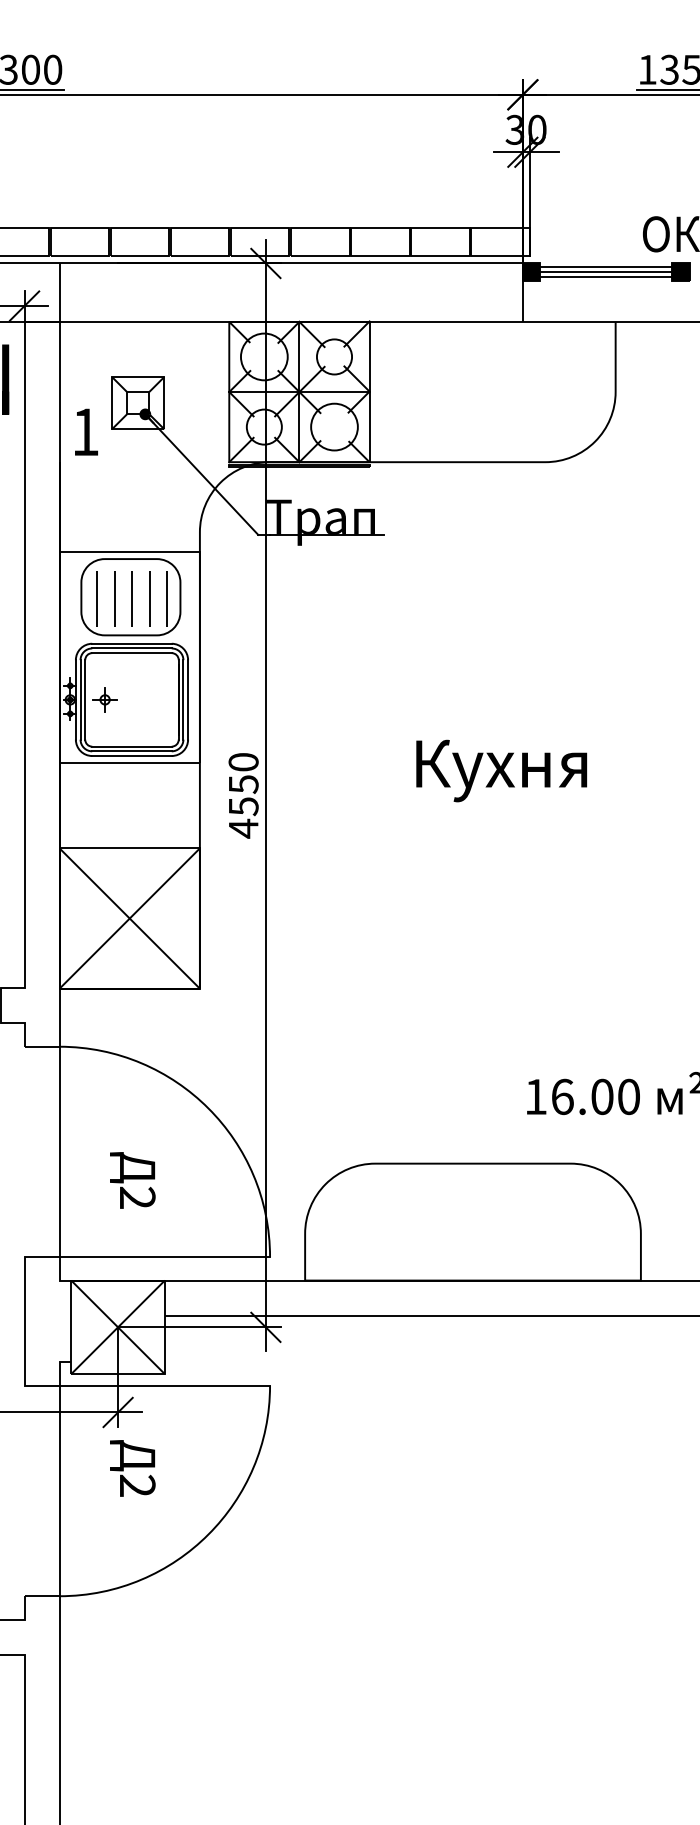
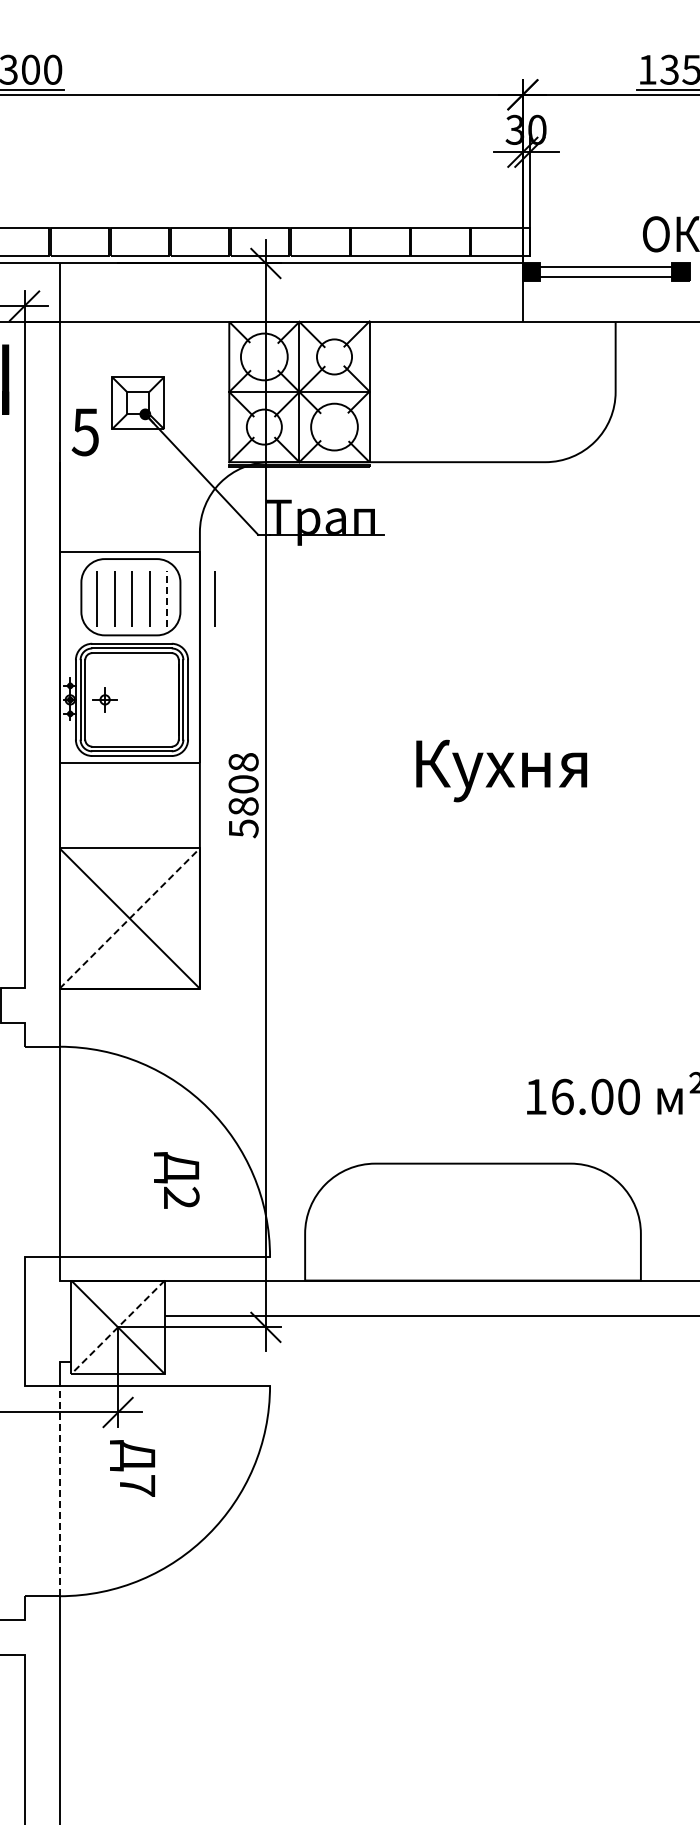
line at (606, 272): present -> none
text at (84, 432): 1 -> 5
line at (166, 598): solid -> dashed
line at (214, 598): none -> present
text at (243, 795): 4550 -> 5808
line at (130, 918): solid -> dashed
text at (132, 1180) position: (132, 1180) -> (176, 1180)
line at (117, 1327): solid -> dashed
text at (137, 1485): 2 -> 7
line at (59, 1490): solid -> dashed
